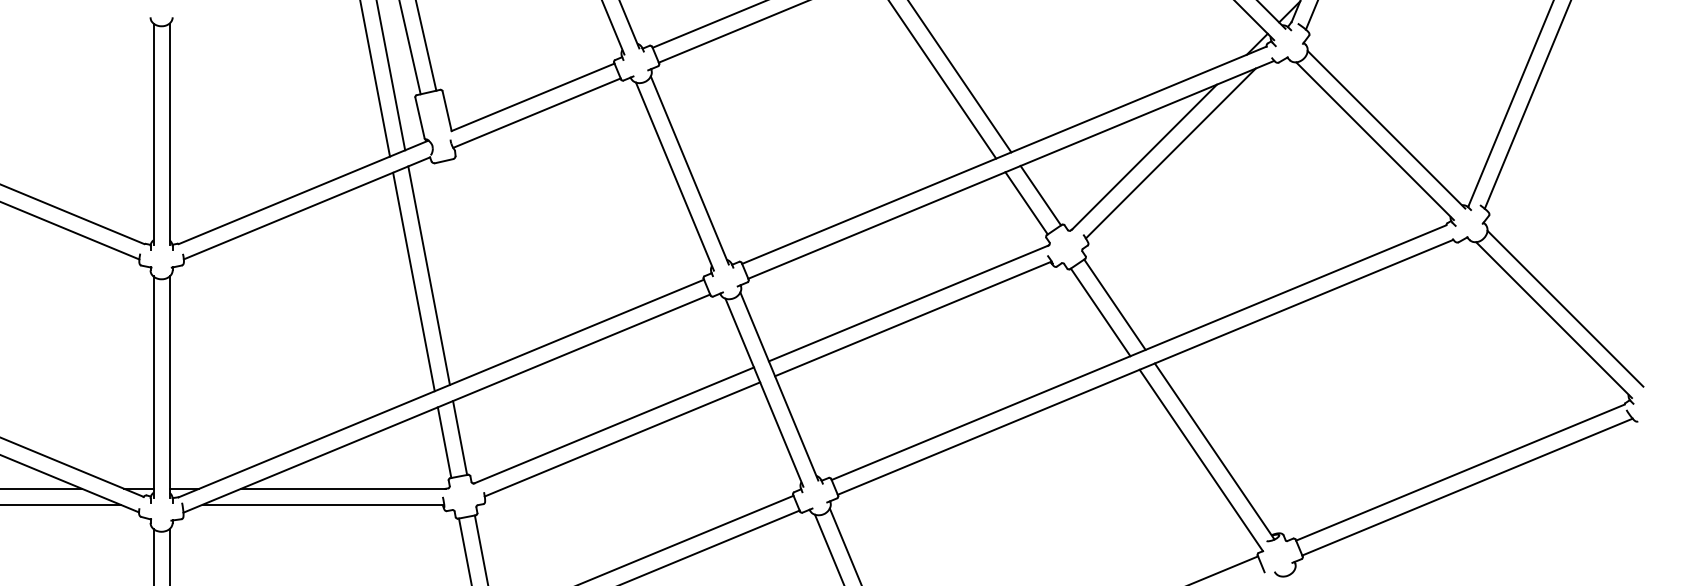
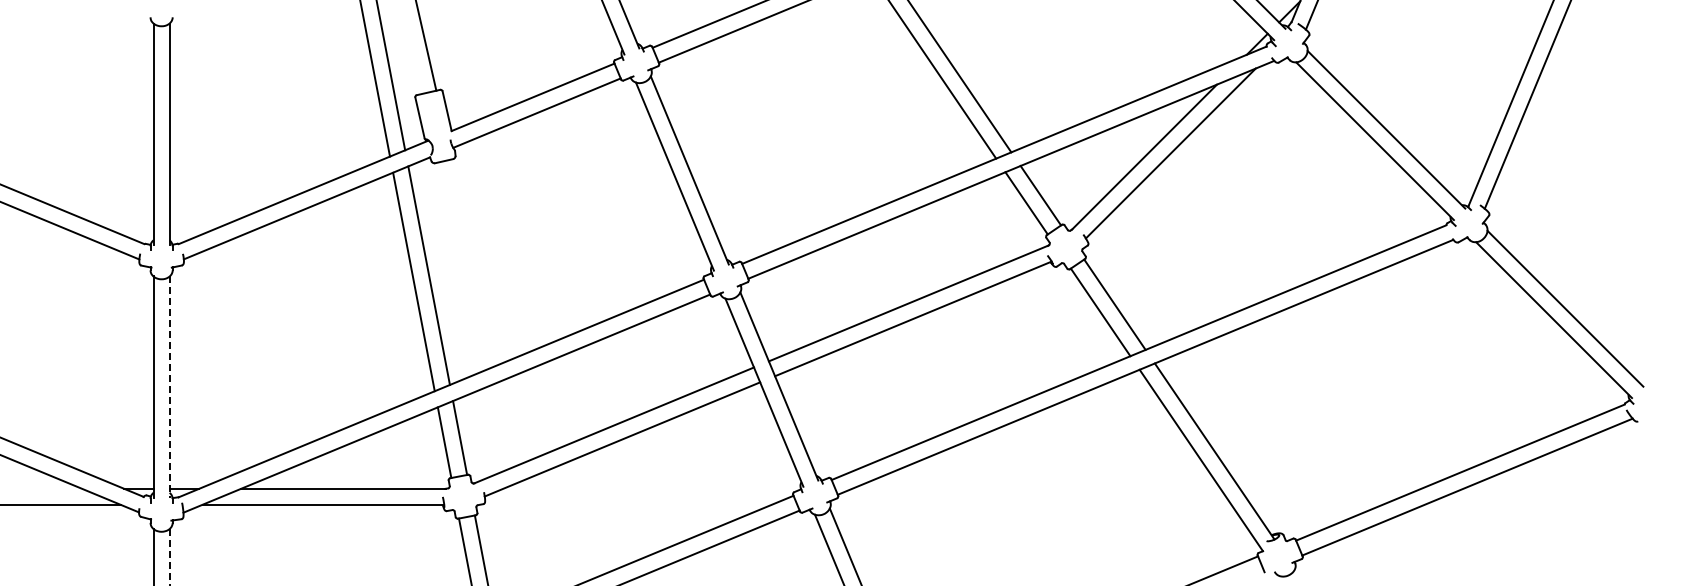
line at (409, 48): present -> none
line at (169, 387): solid -> dashed
line at (41, 488): present -> none
line at (169, 557): solid -> dashed
